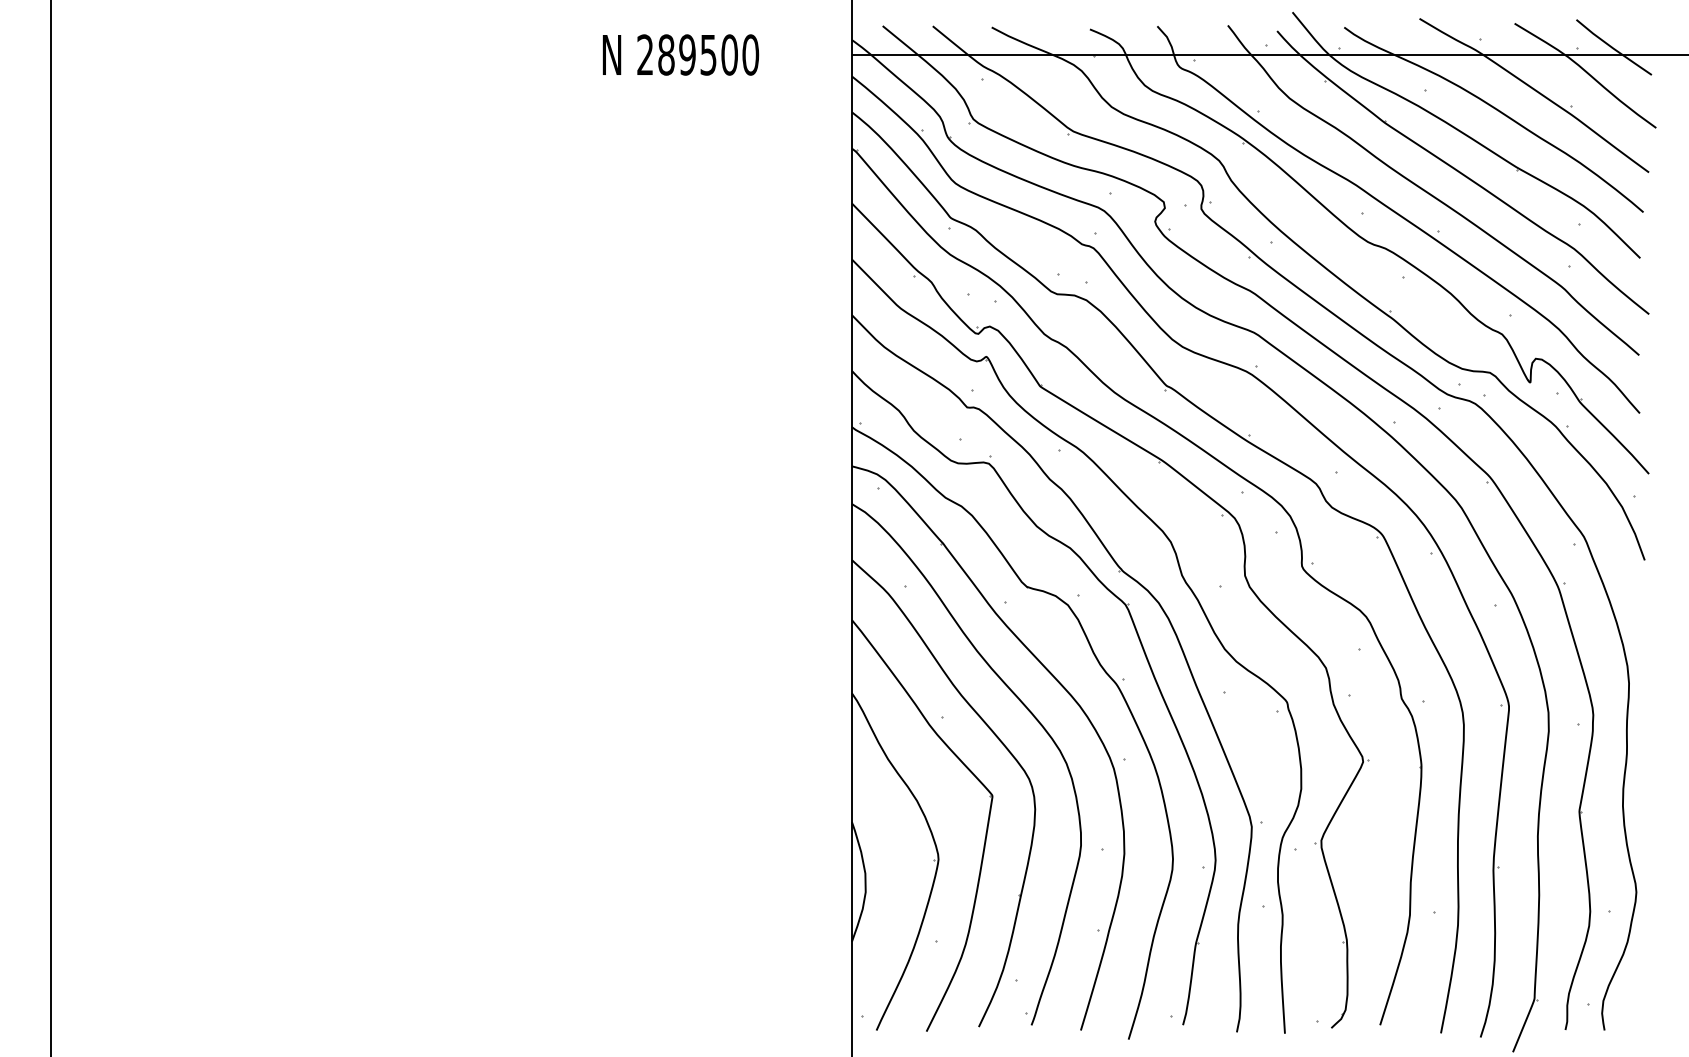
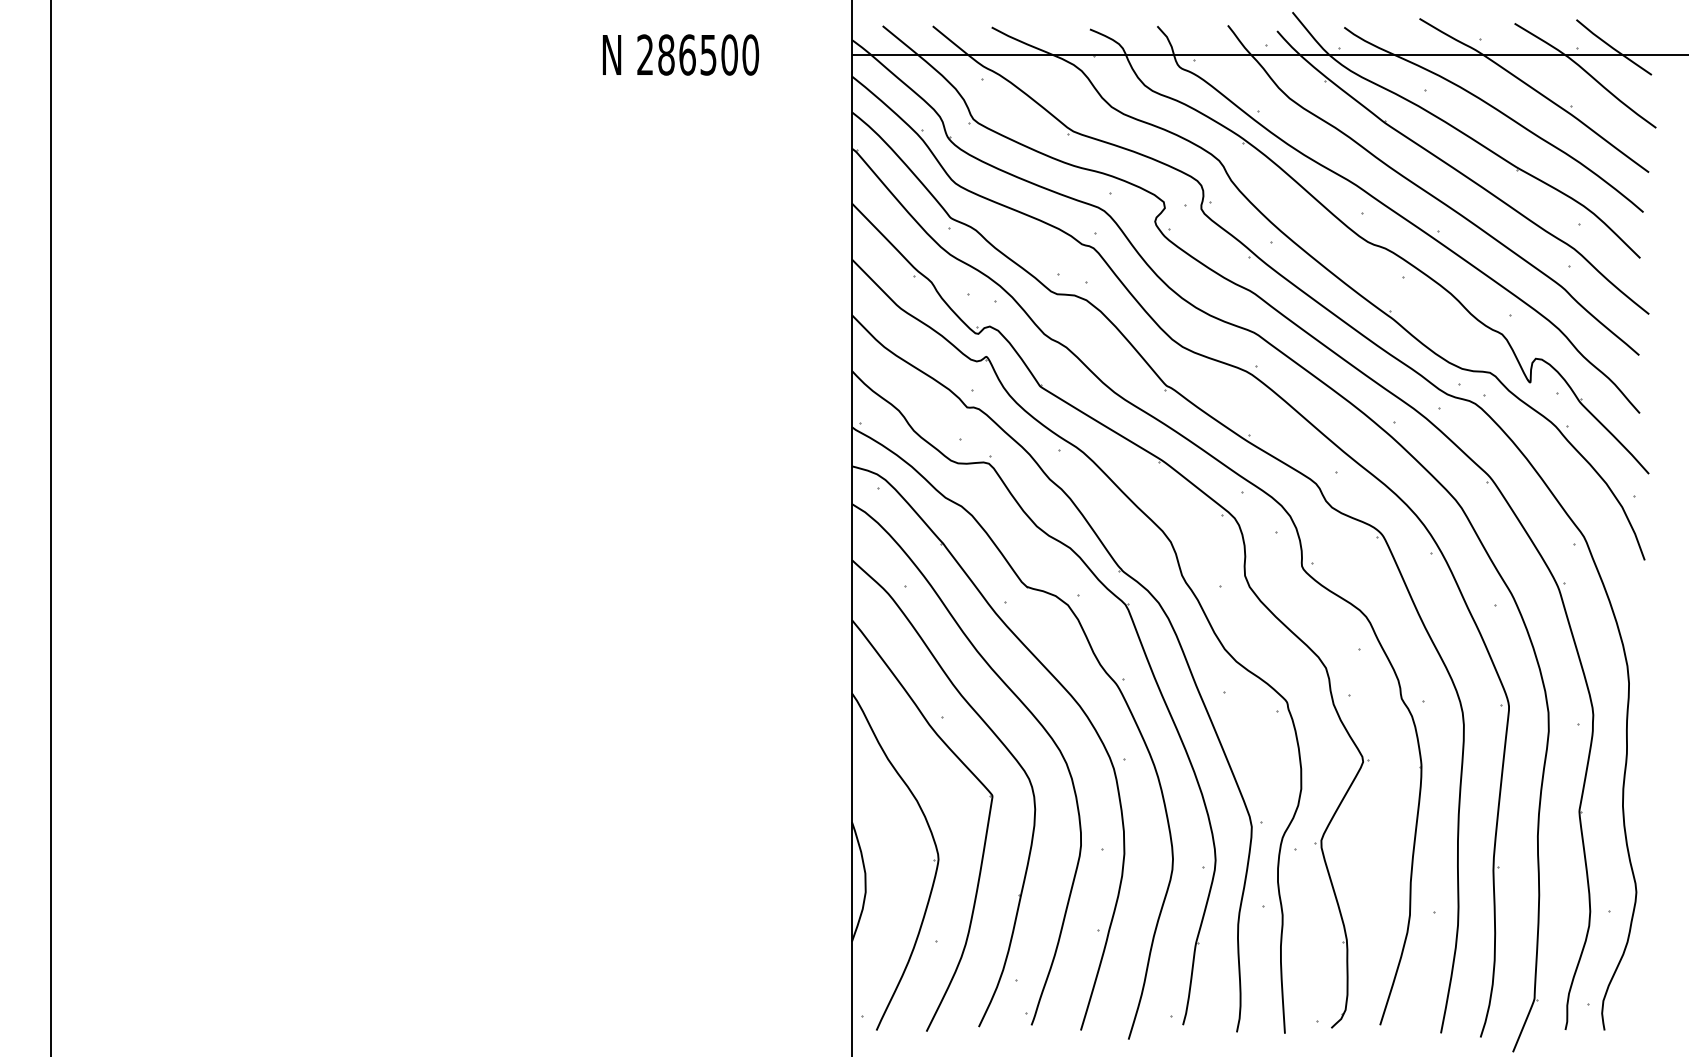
text at (687, 54): 289500 -> 286500
